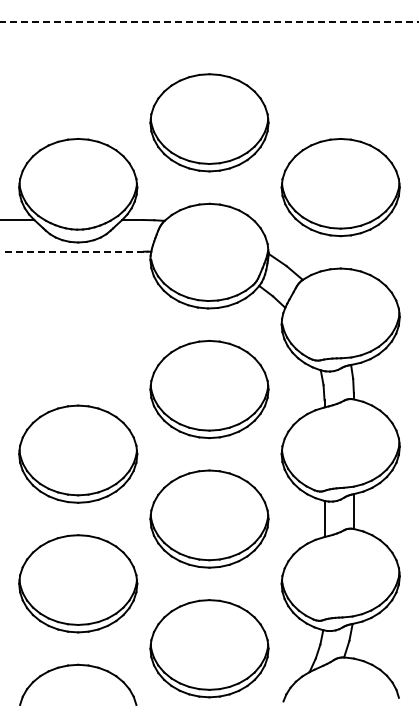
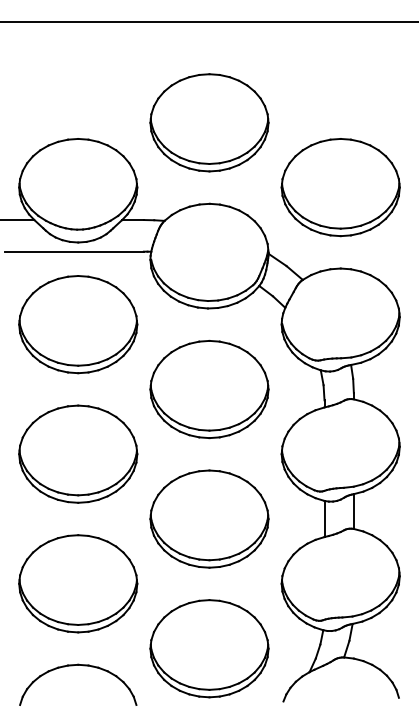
line at (209, 21): dashed -> solid
line at (74, 251): dashed -> solid
part at (78, 324): none -> present
